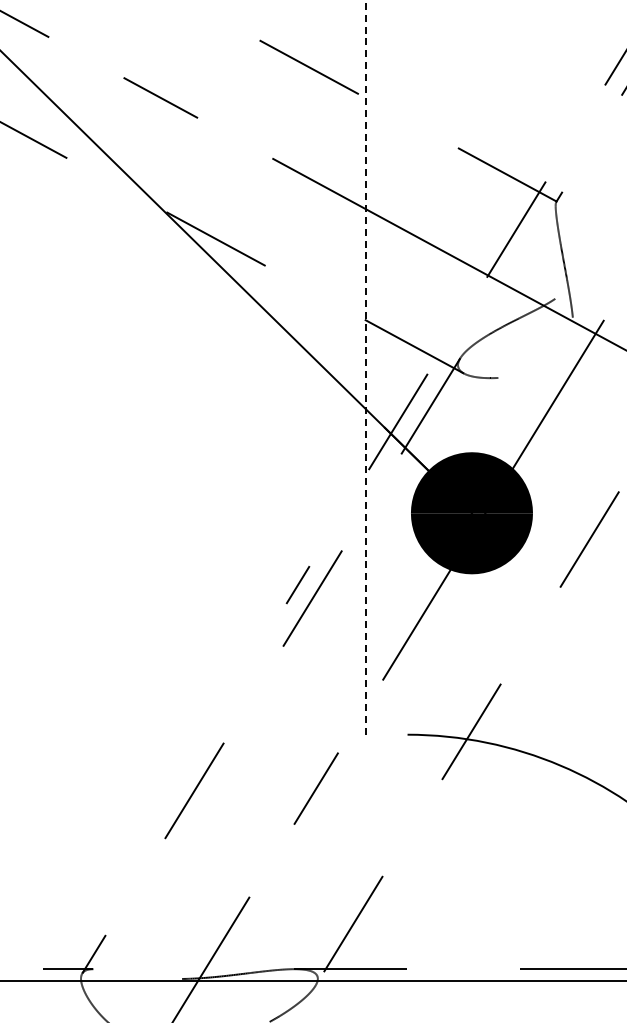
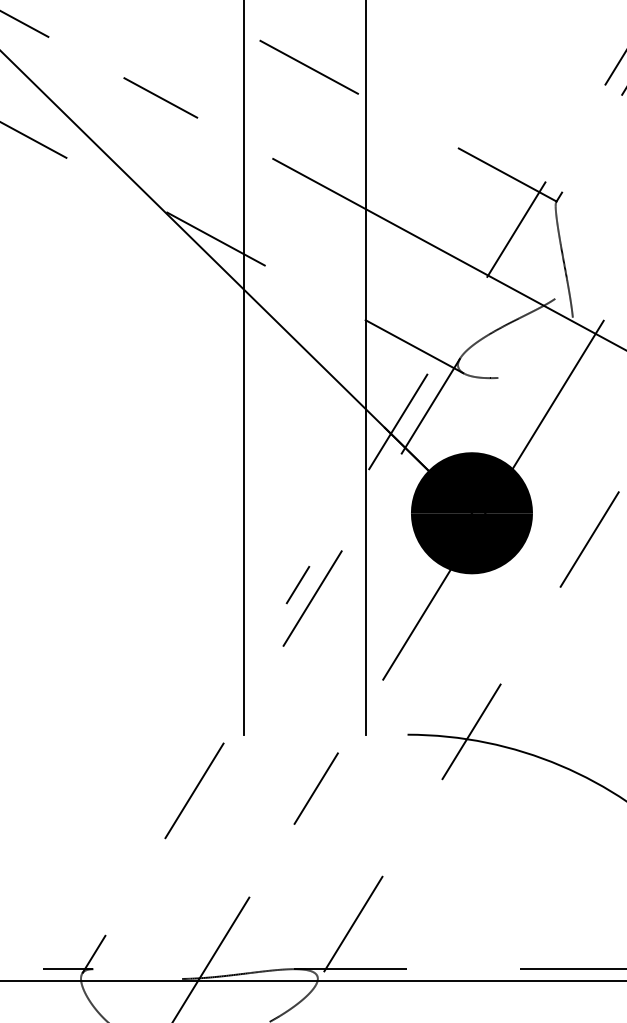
line at (366, 367): dashed -> solid
line at (243, 368): none -> present
